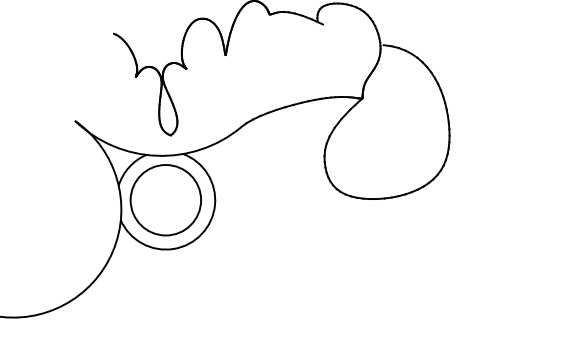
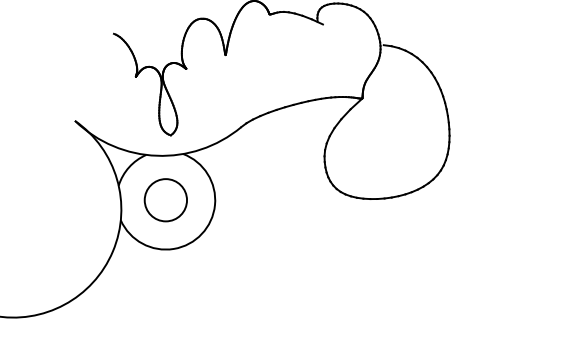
circle at (165, 200) diameter: 70 px -> 42 px
